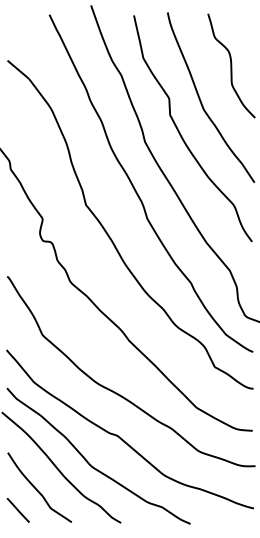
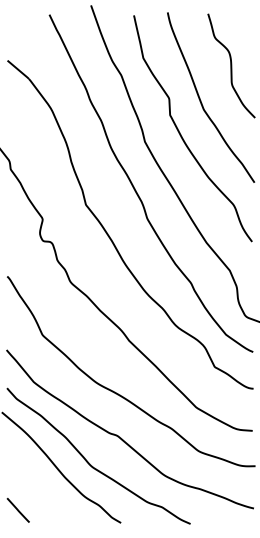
curve at (37, 489): present -> none
